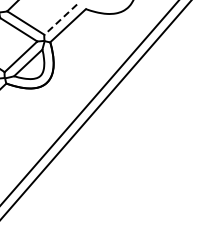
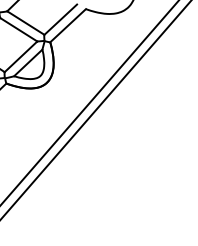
line at (60, 20): dashed -> solid
